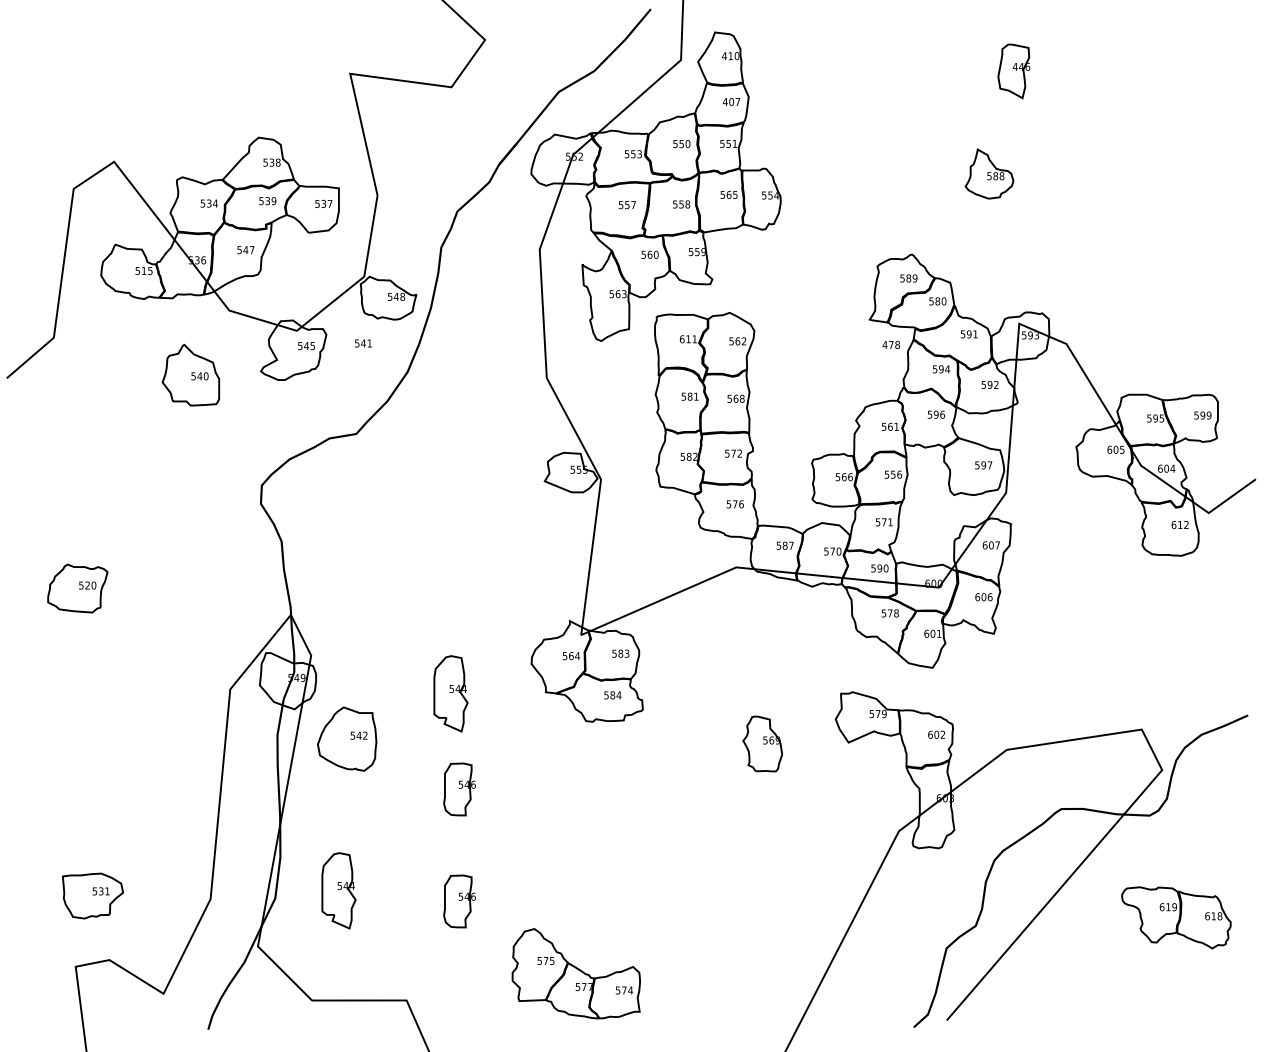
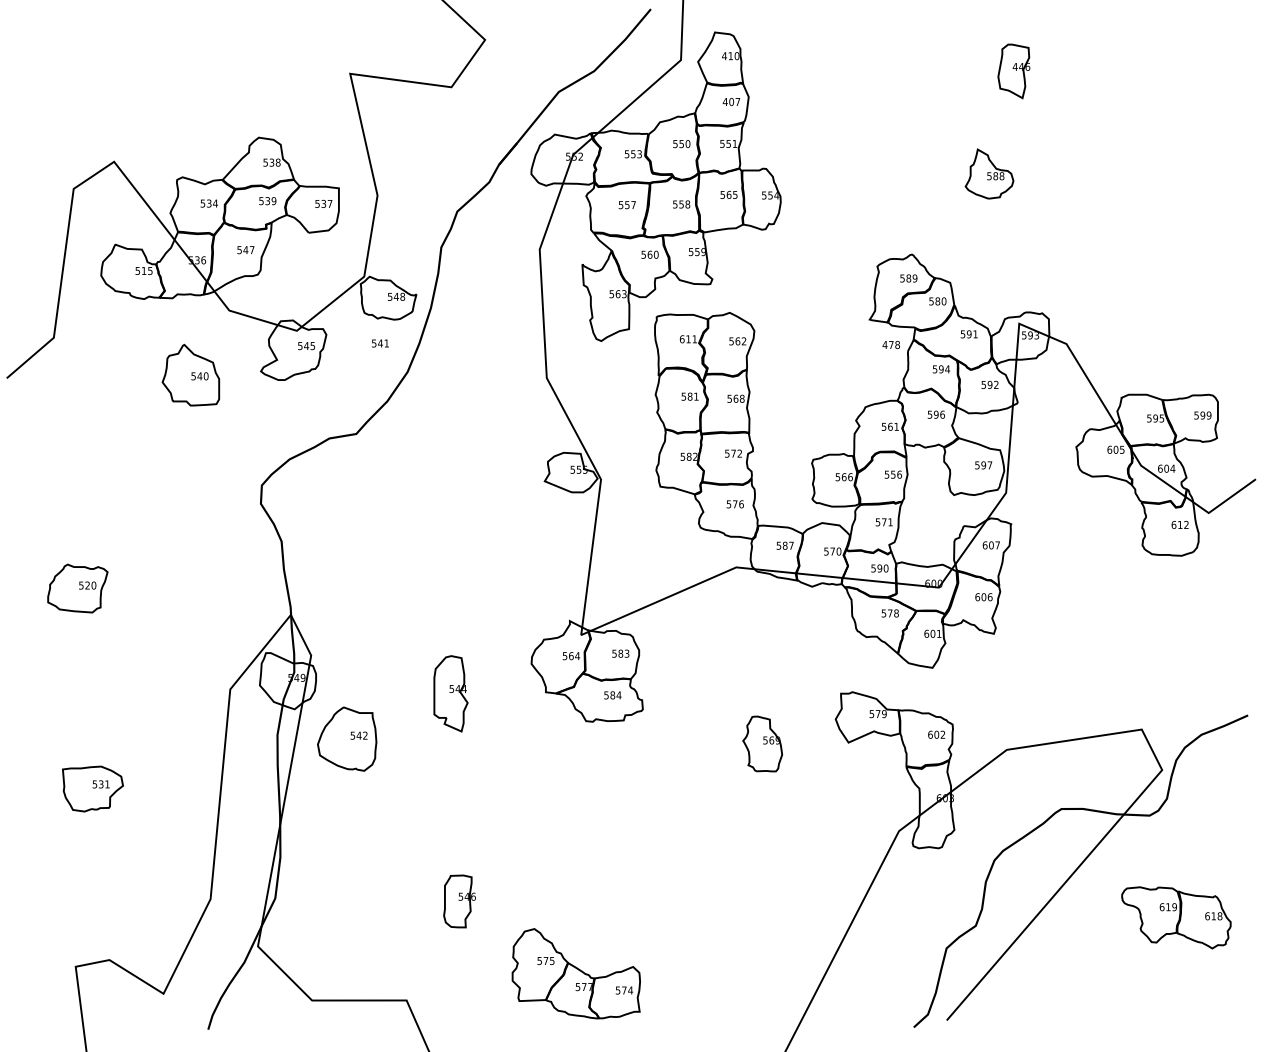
text at (363, 343) position: (363, 343) -> (380, 343)
part at (459, 789): present -> none
part at (338, 890): present -> none
part at (92, 895) position: (92, 895) -> (92, 788)
